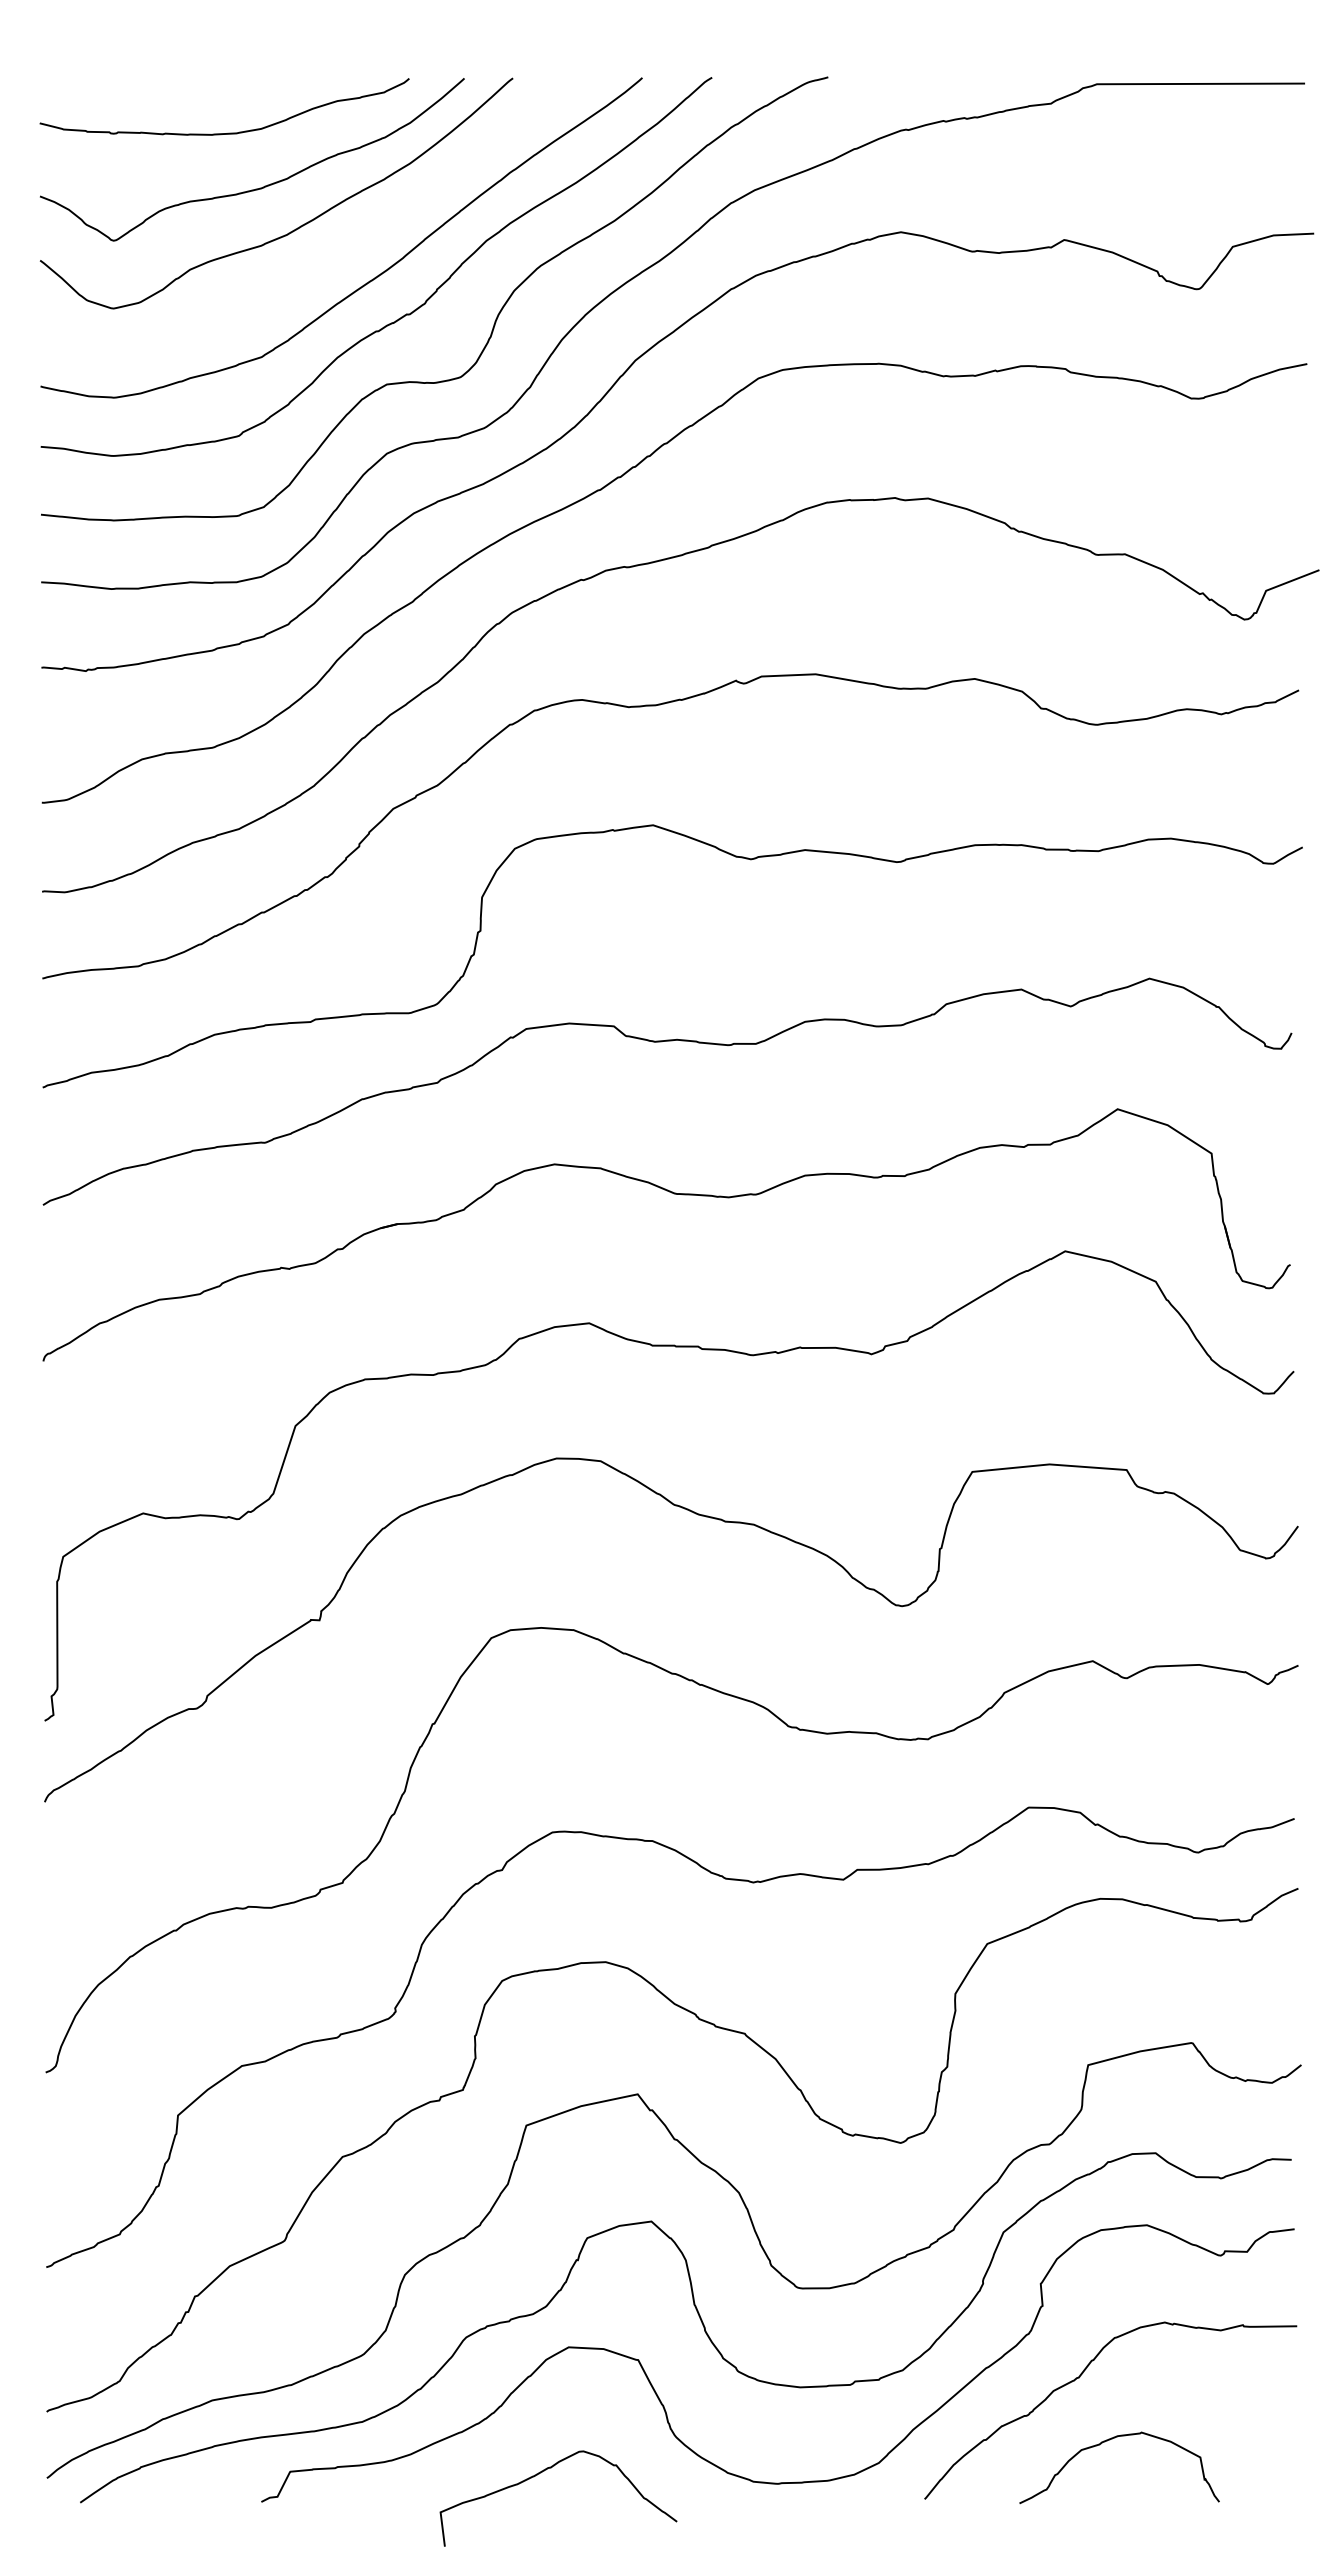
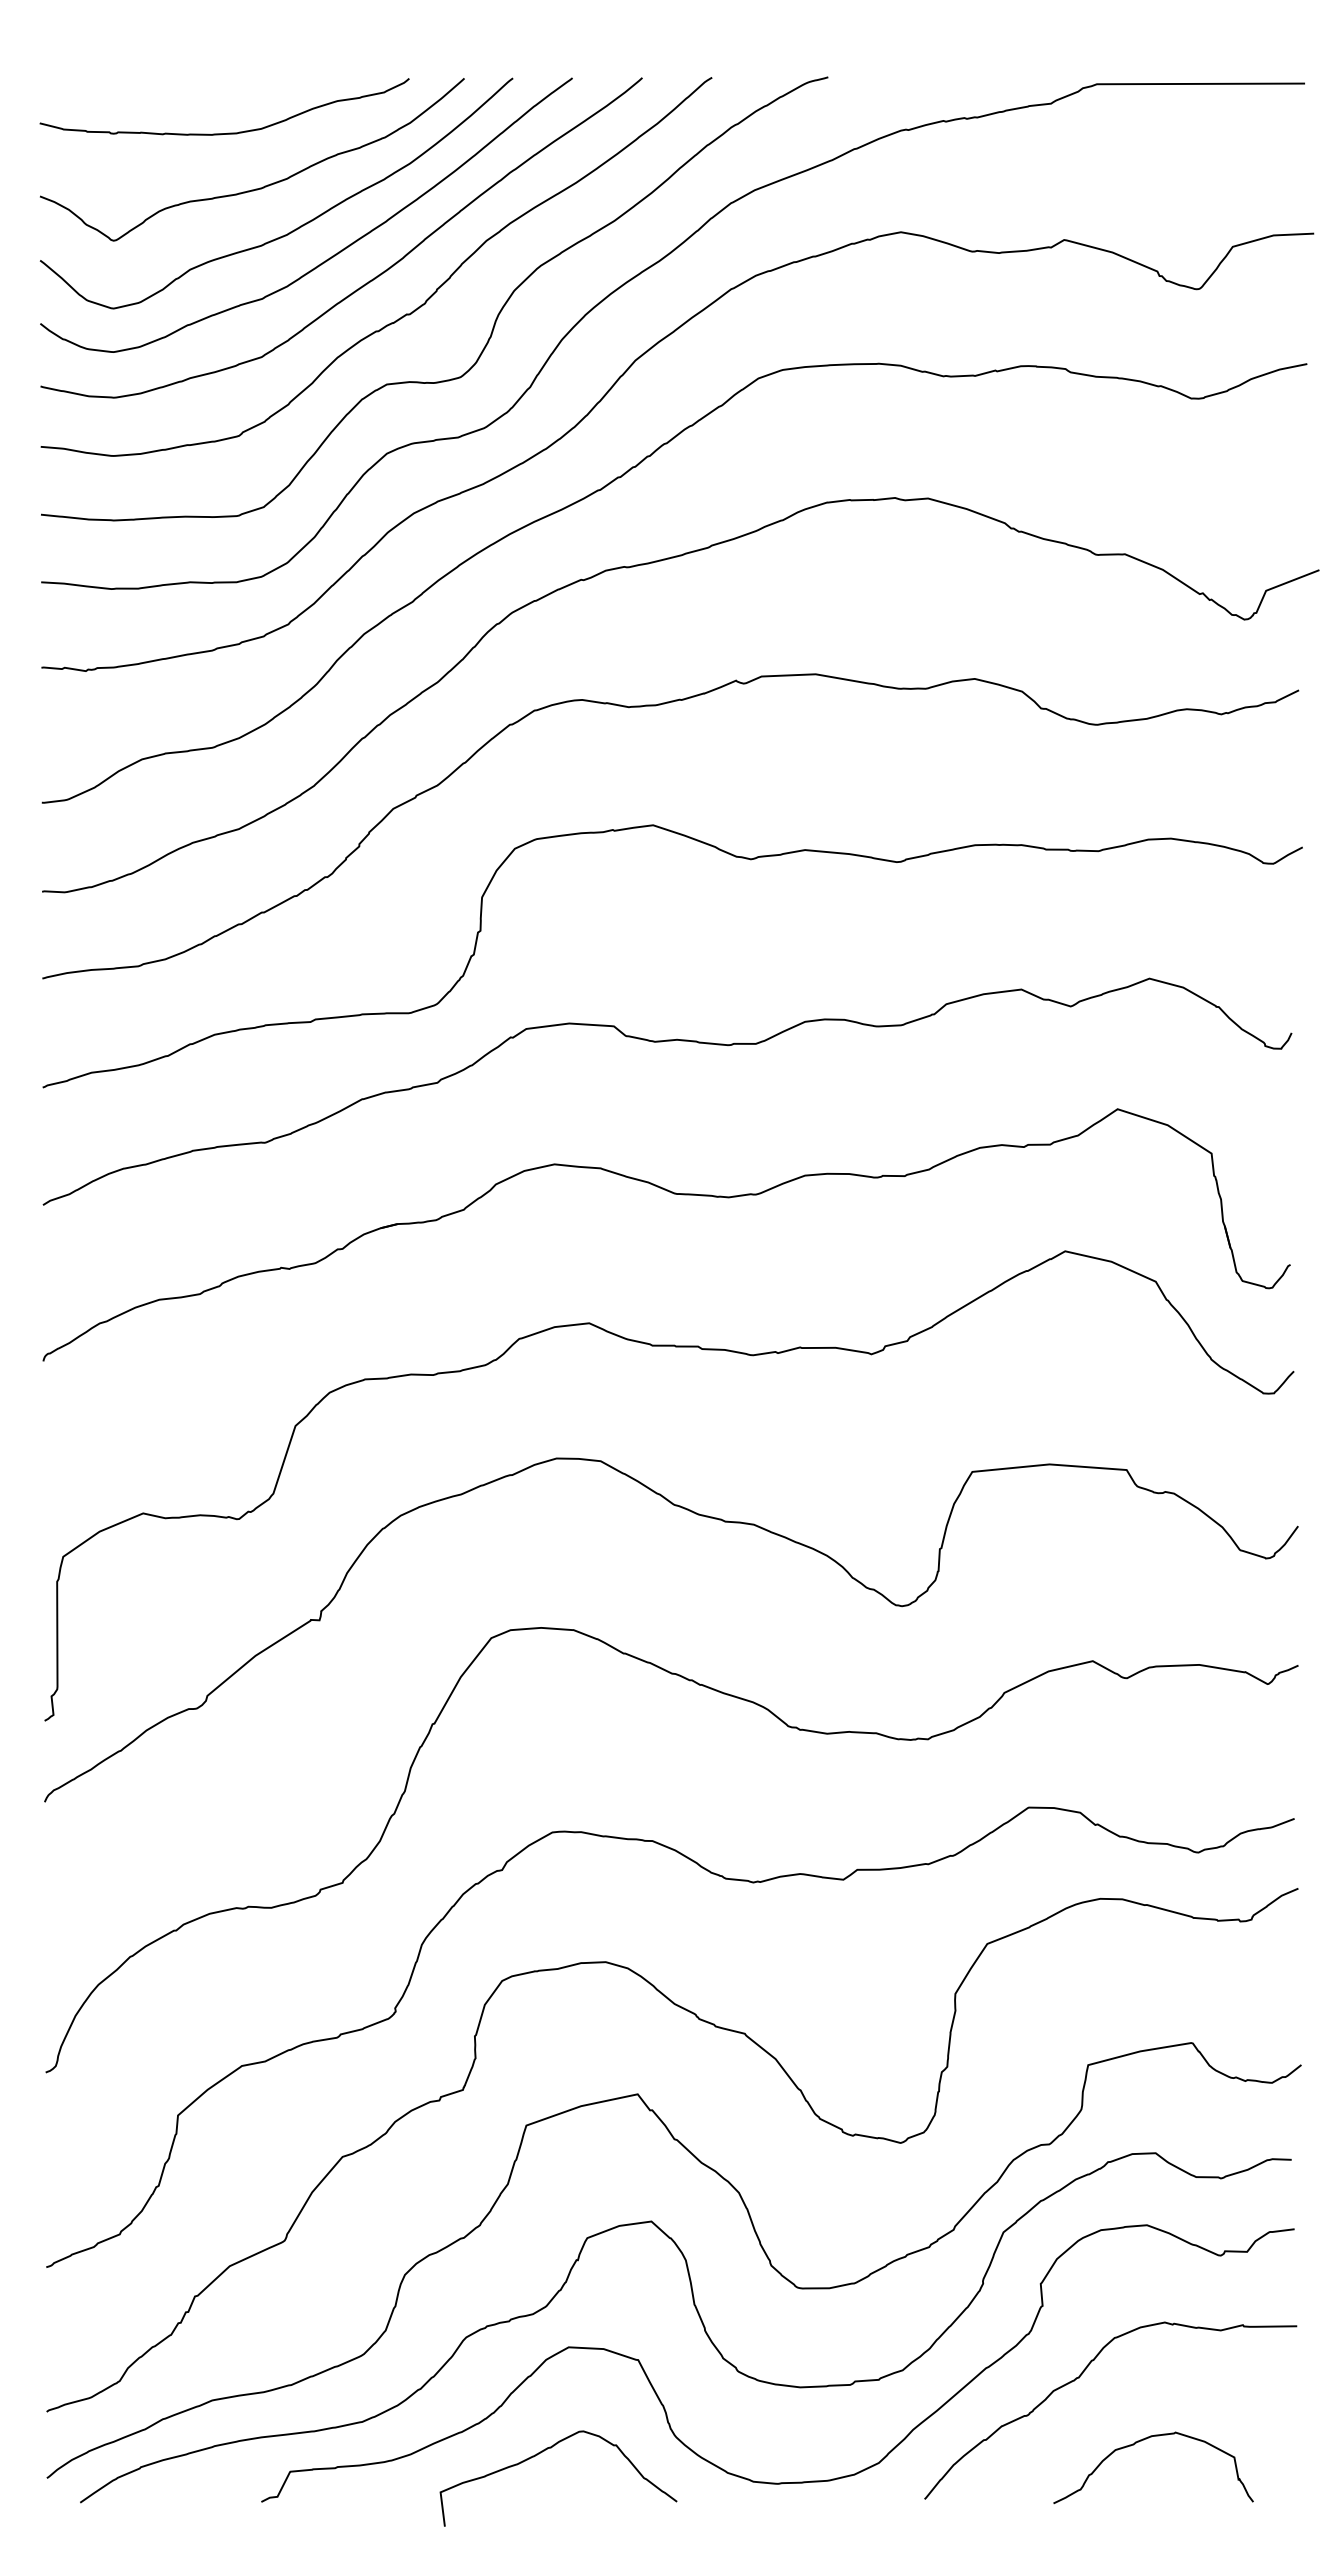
curve at (332, 255): none -> present
curve at (1107, 2441) position: (1107, 2441) -> (1141, 2441)
curve at (544, 2471) position: (544, 2471) -> (544, 2451)
